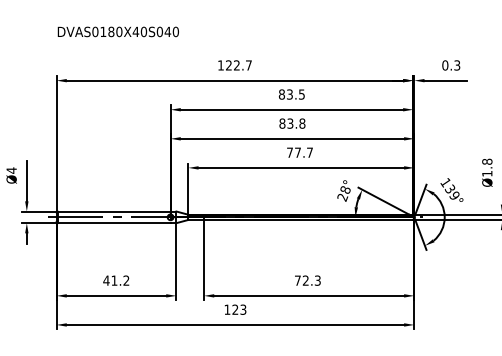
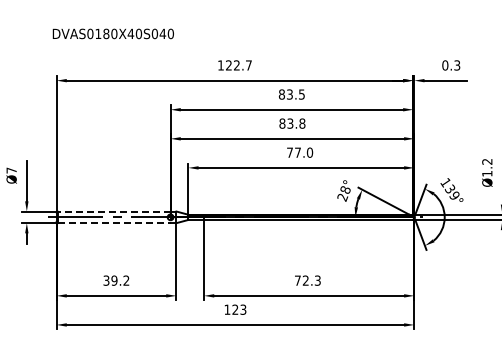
text at (117, 31) position: (117, 31) -> (112, 33)
text at (309, 152): 77.7 -> 77.0
text at (487, 161): Ø1.8 -> Ø1.2
text at (11, 170): Ø4 -> Ø7
line at (113, 211): solid -> dashed
line at (114, 223): solid -> dashed
text at (110, 280): 41.2 -> 39.2
